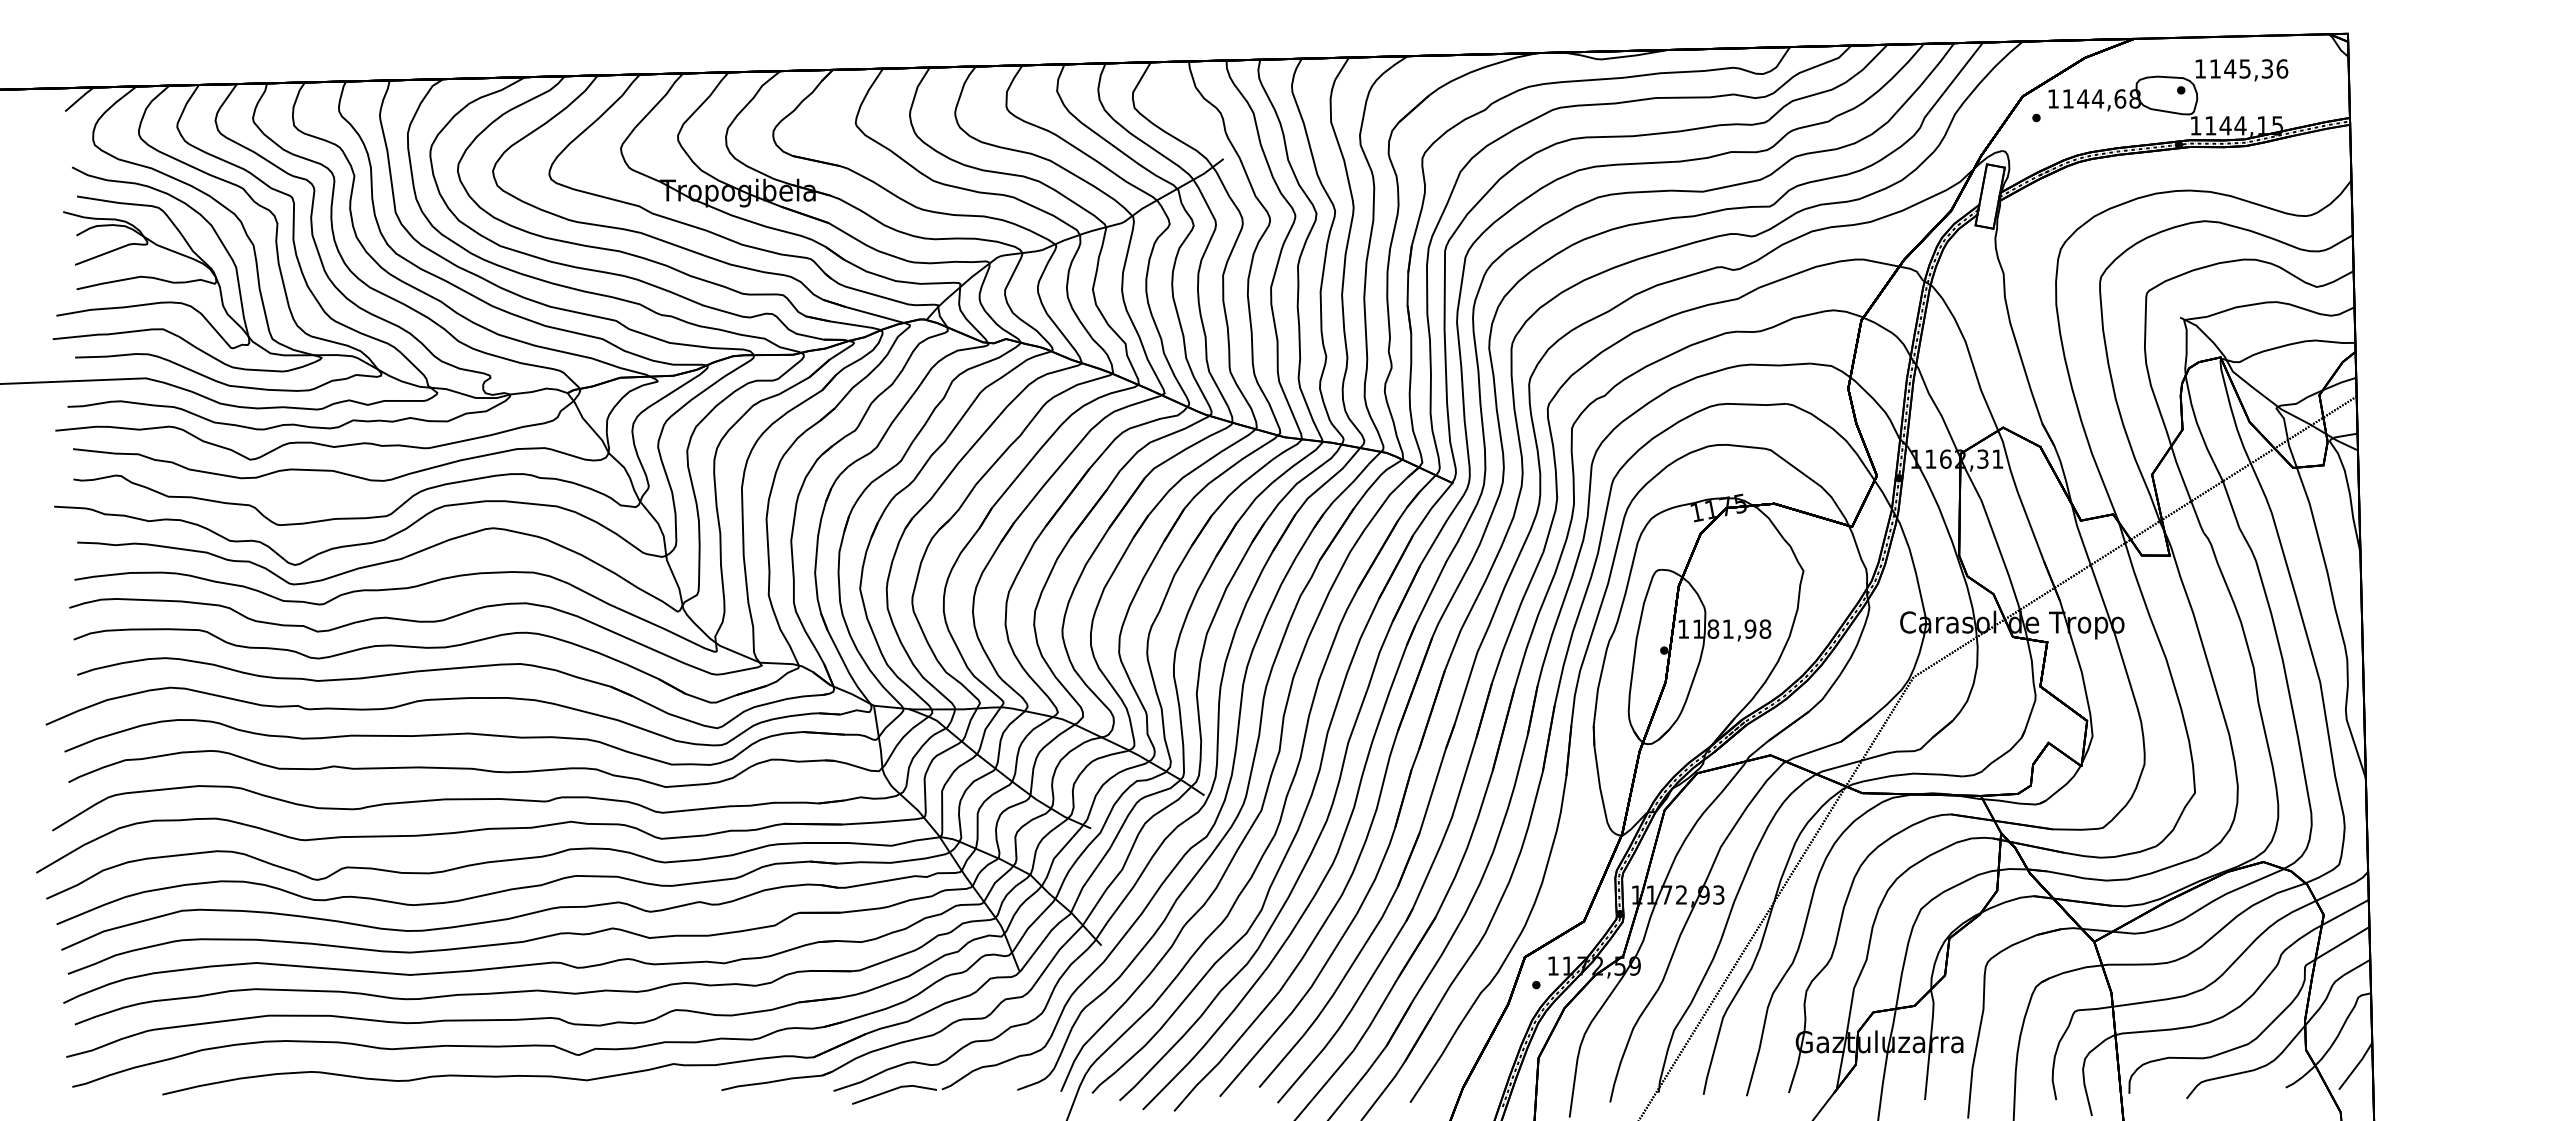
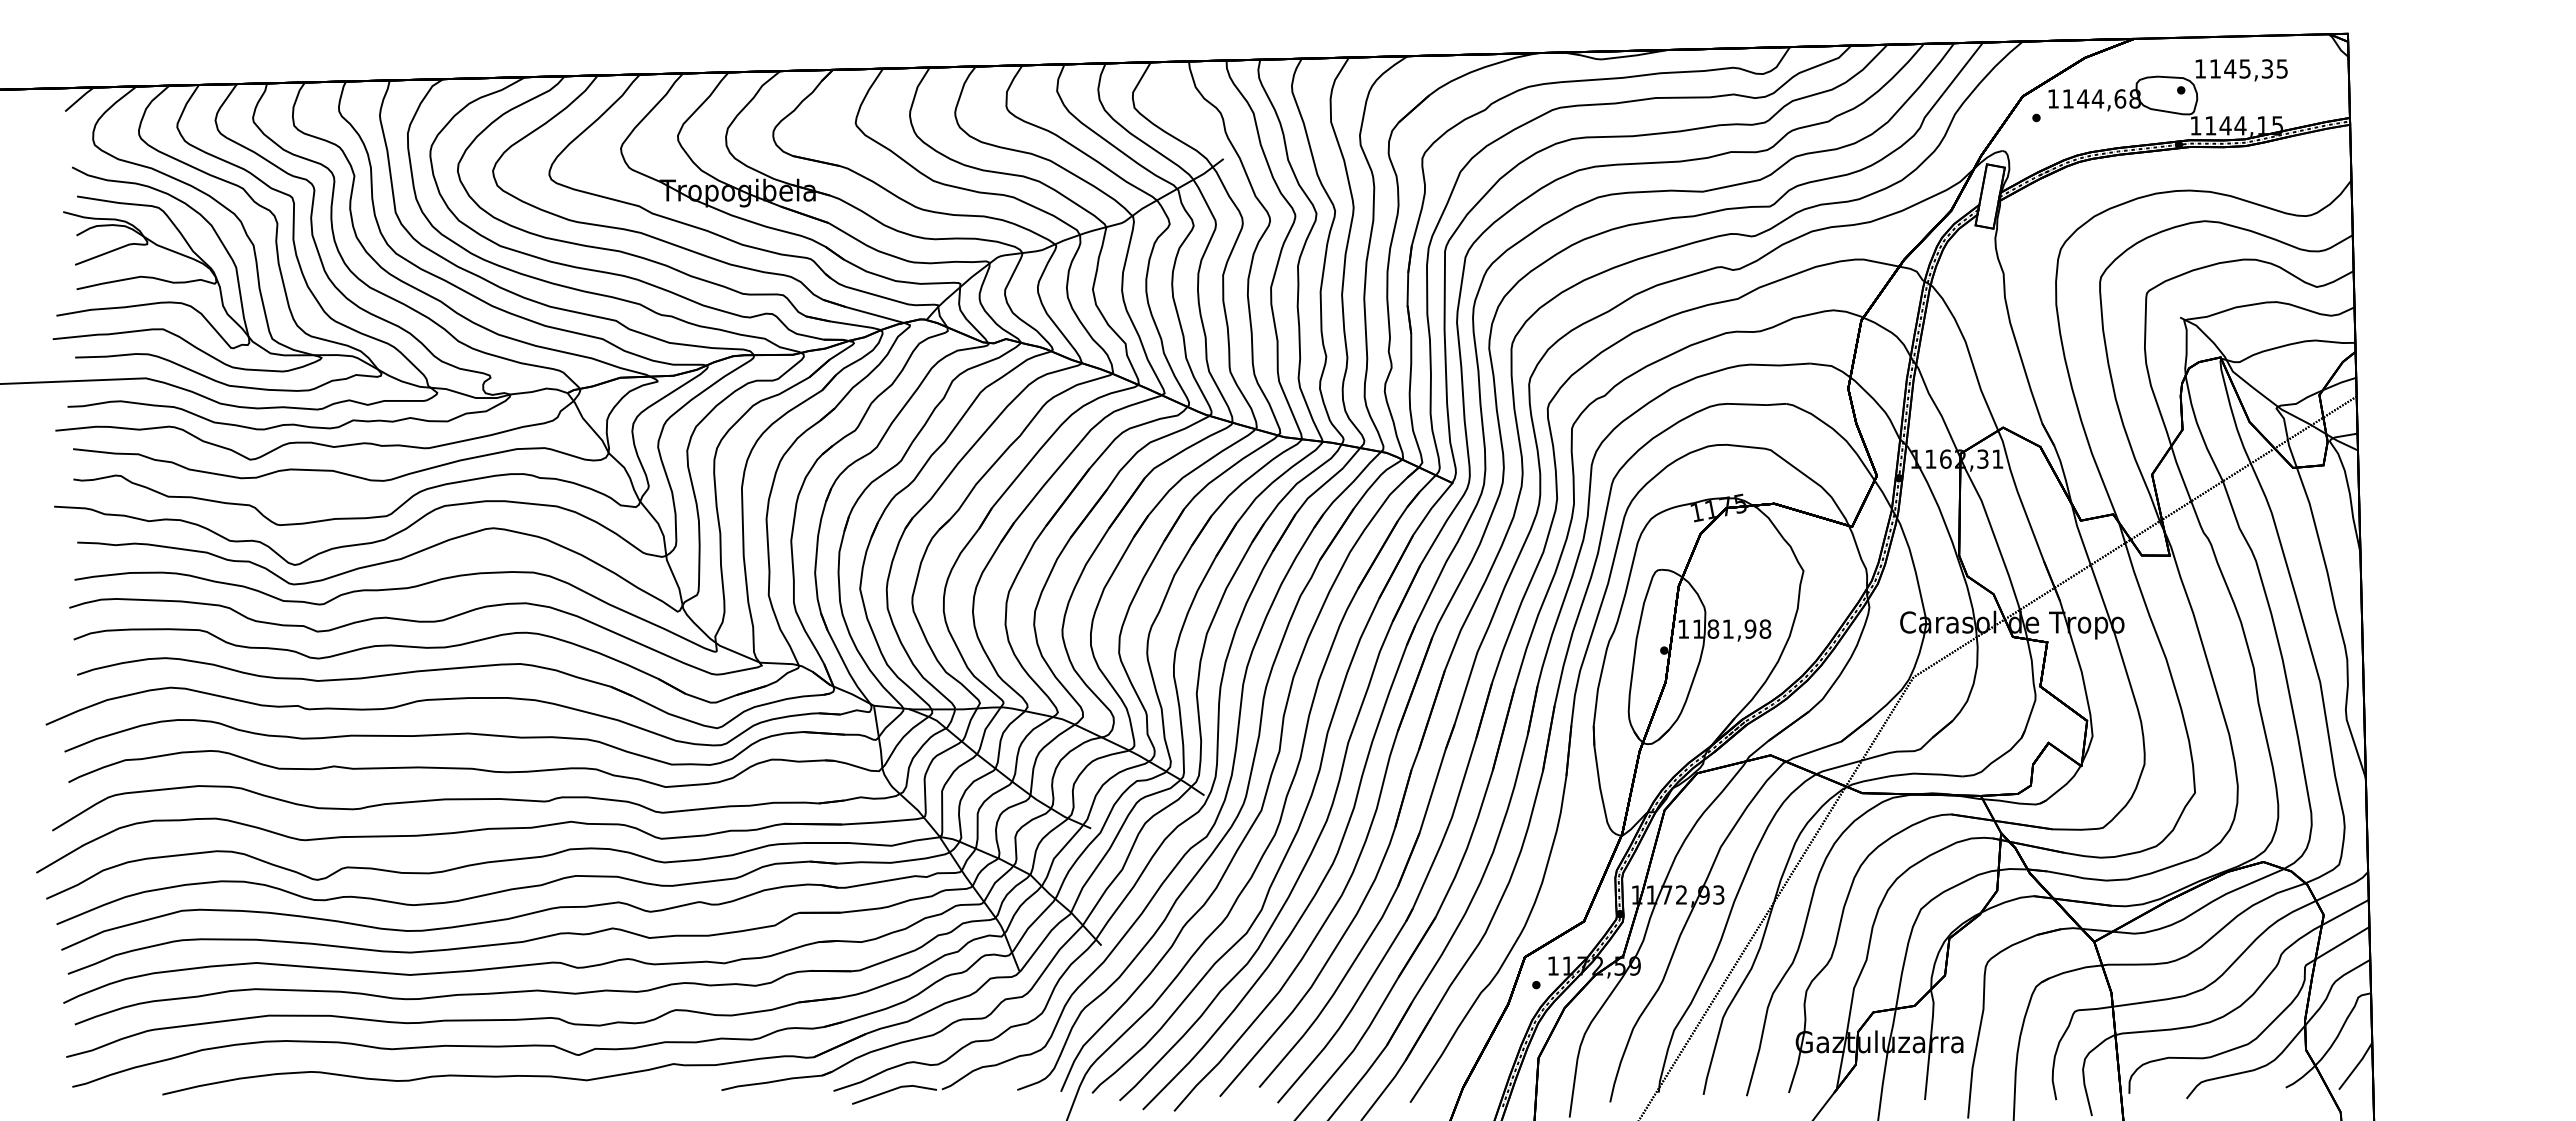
text at (2282, 68): 1145,36 -> 1145,35
